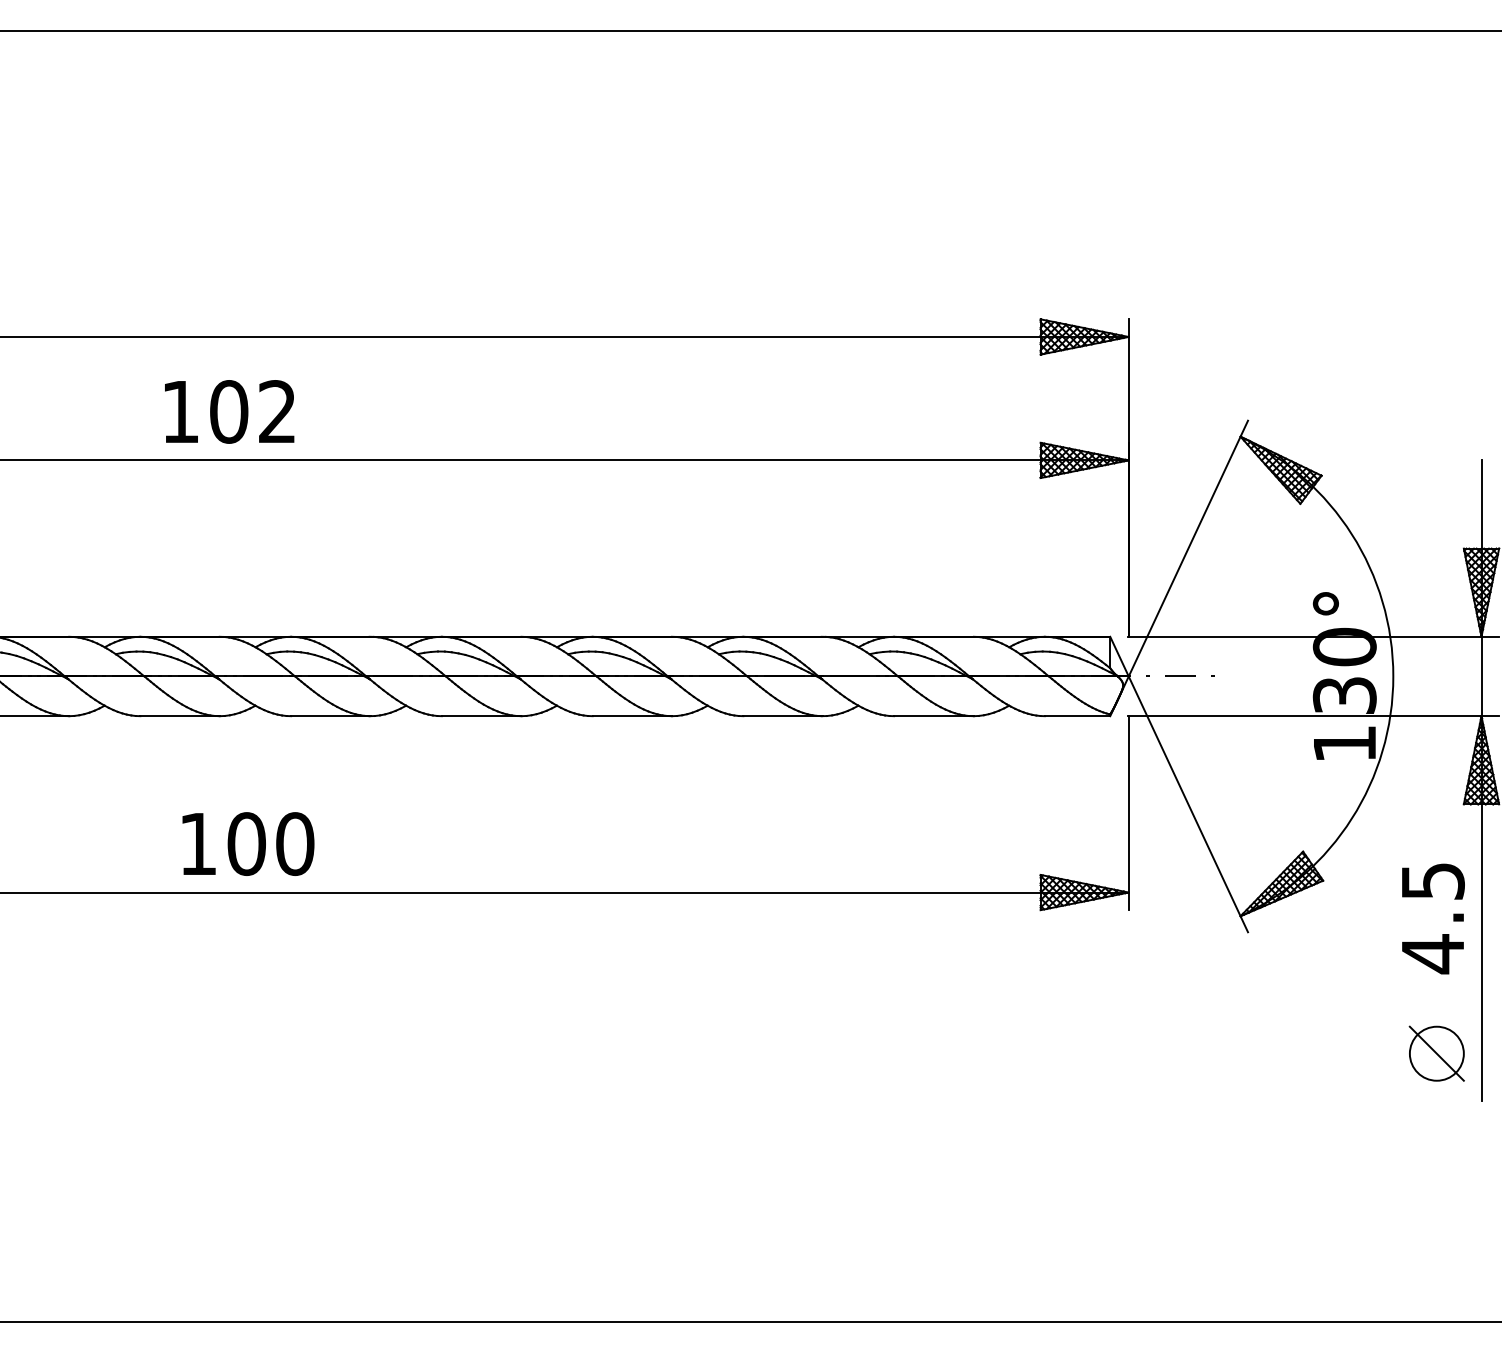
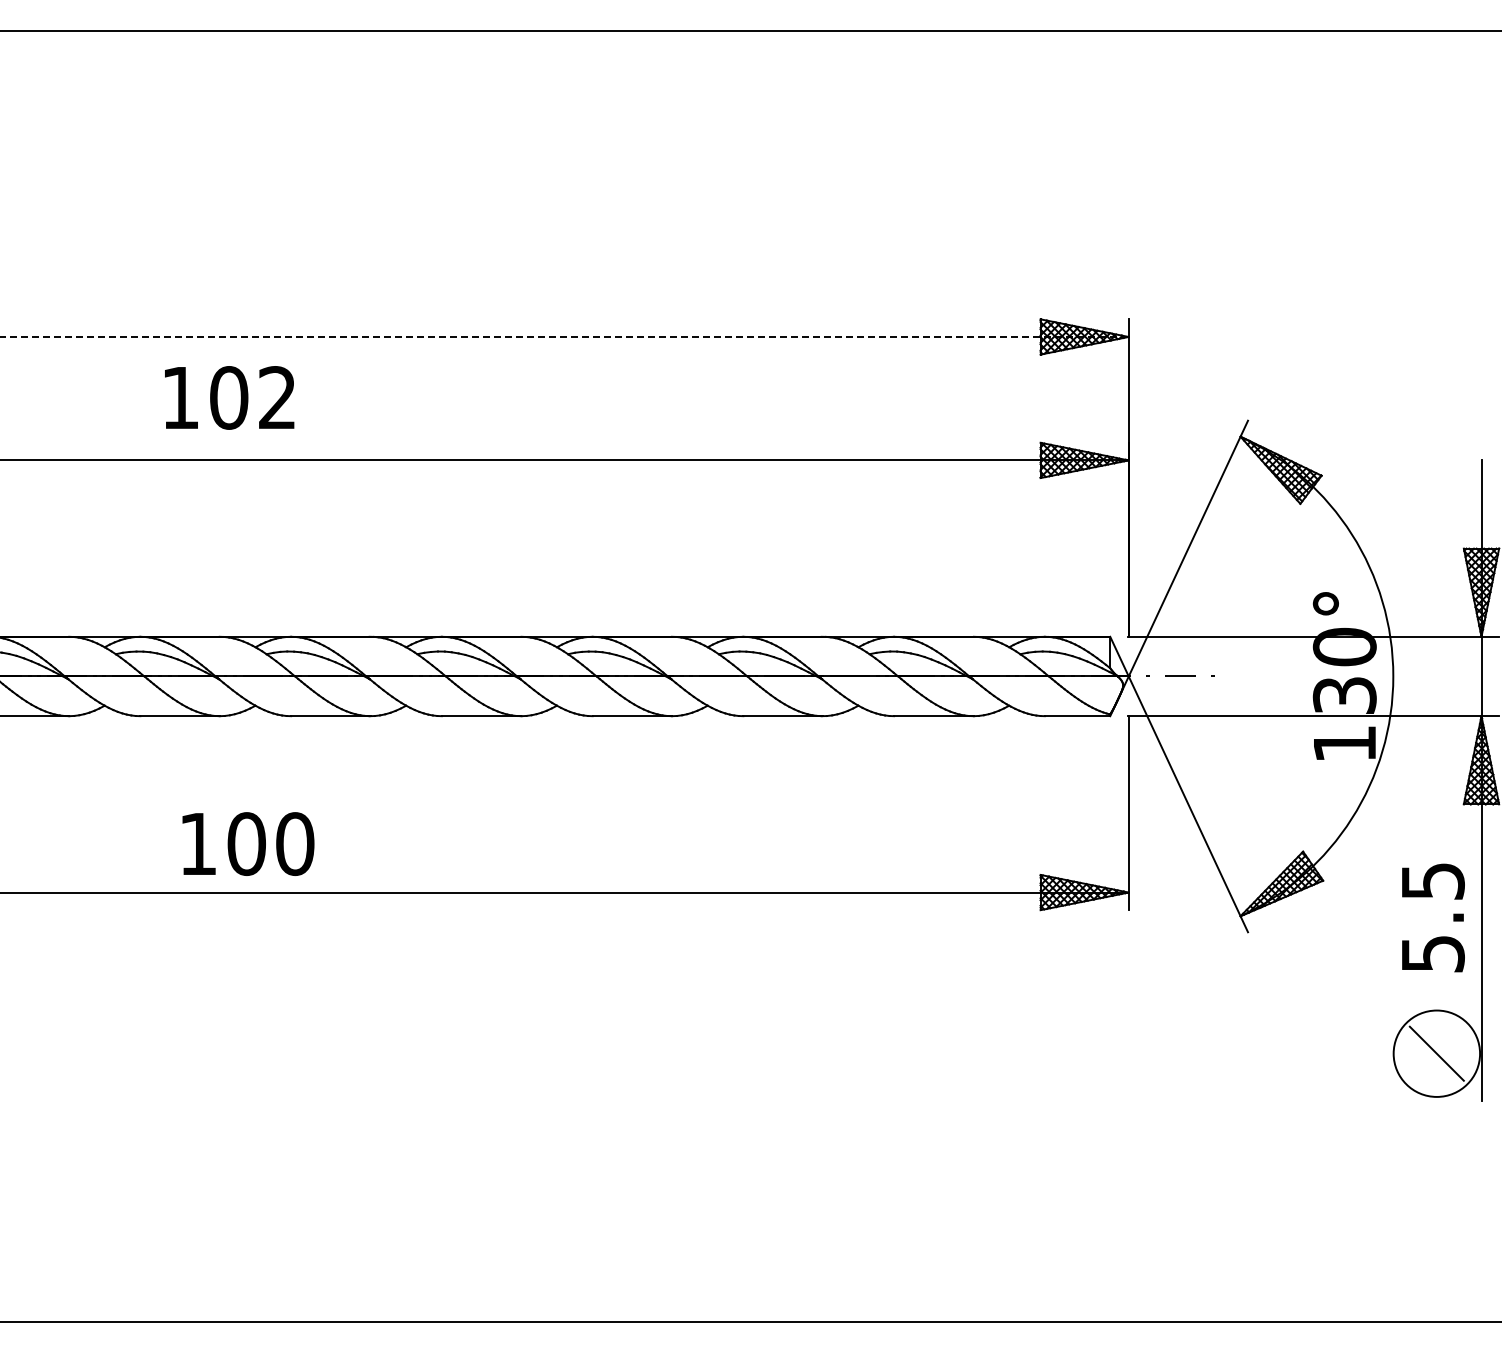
line at (564, 336): solid -> dashed
text at (229, 411) position: (229, 411) -> (229, 397)
text at (1433, 954): 4.5 -> 5.5
circle at (1436, 1053) diameter: 54 px -> 86 px
